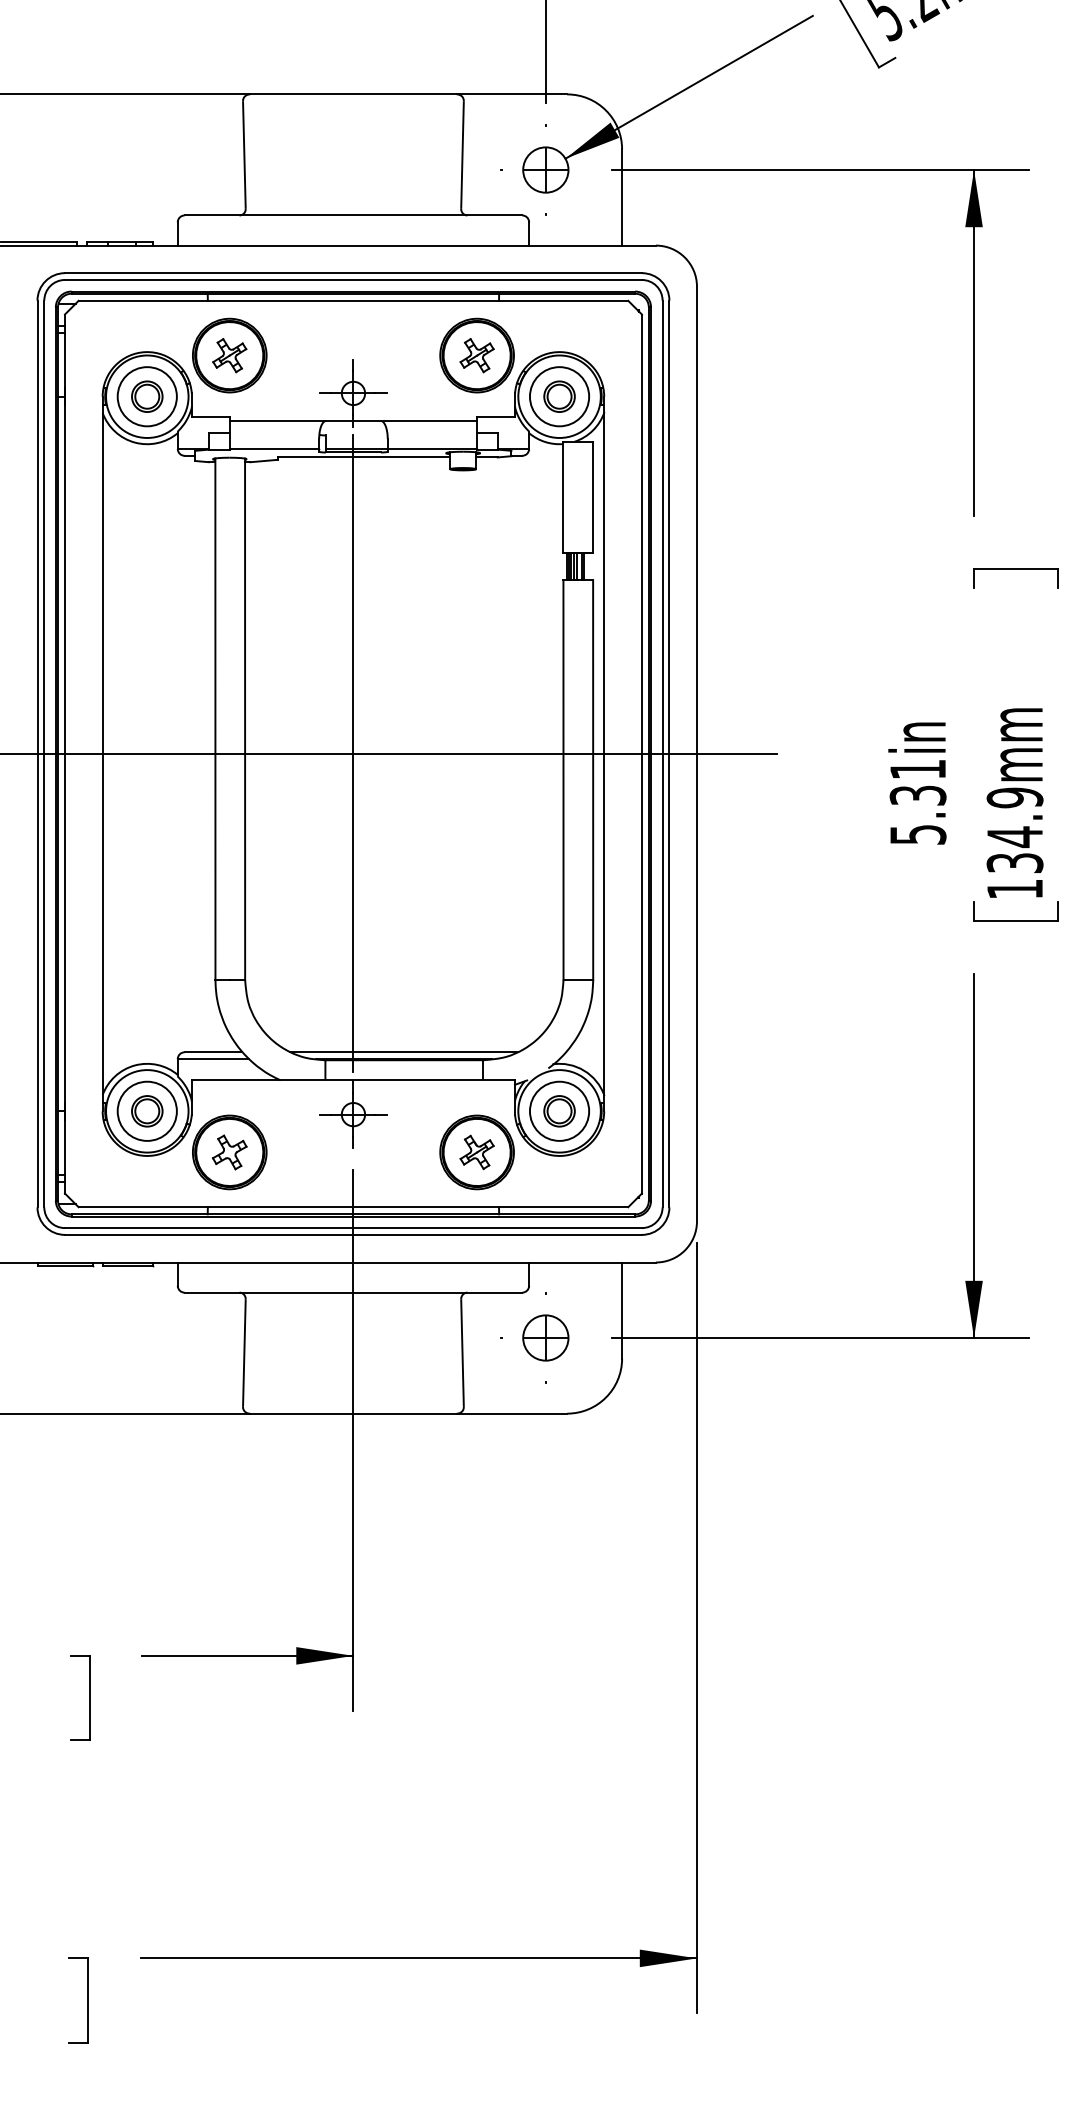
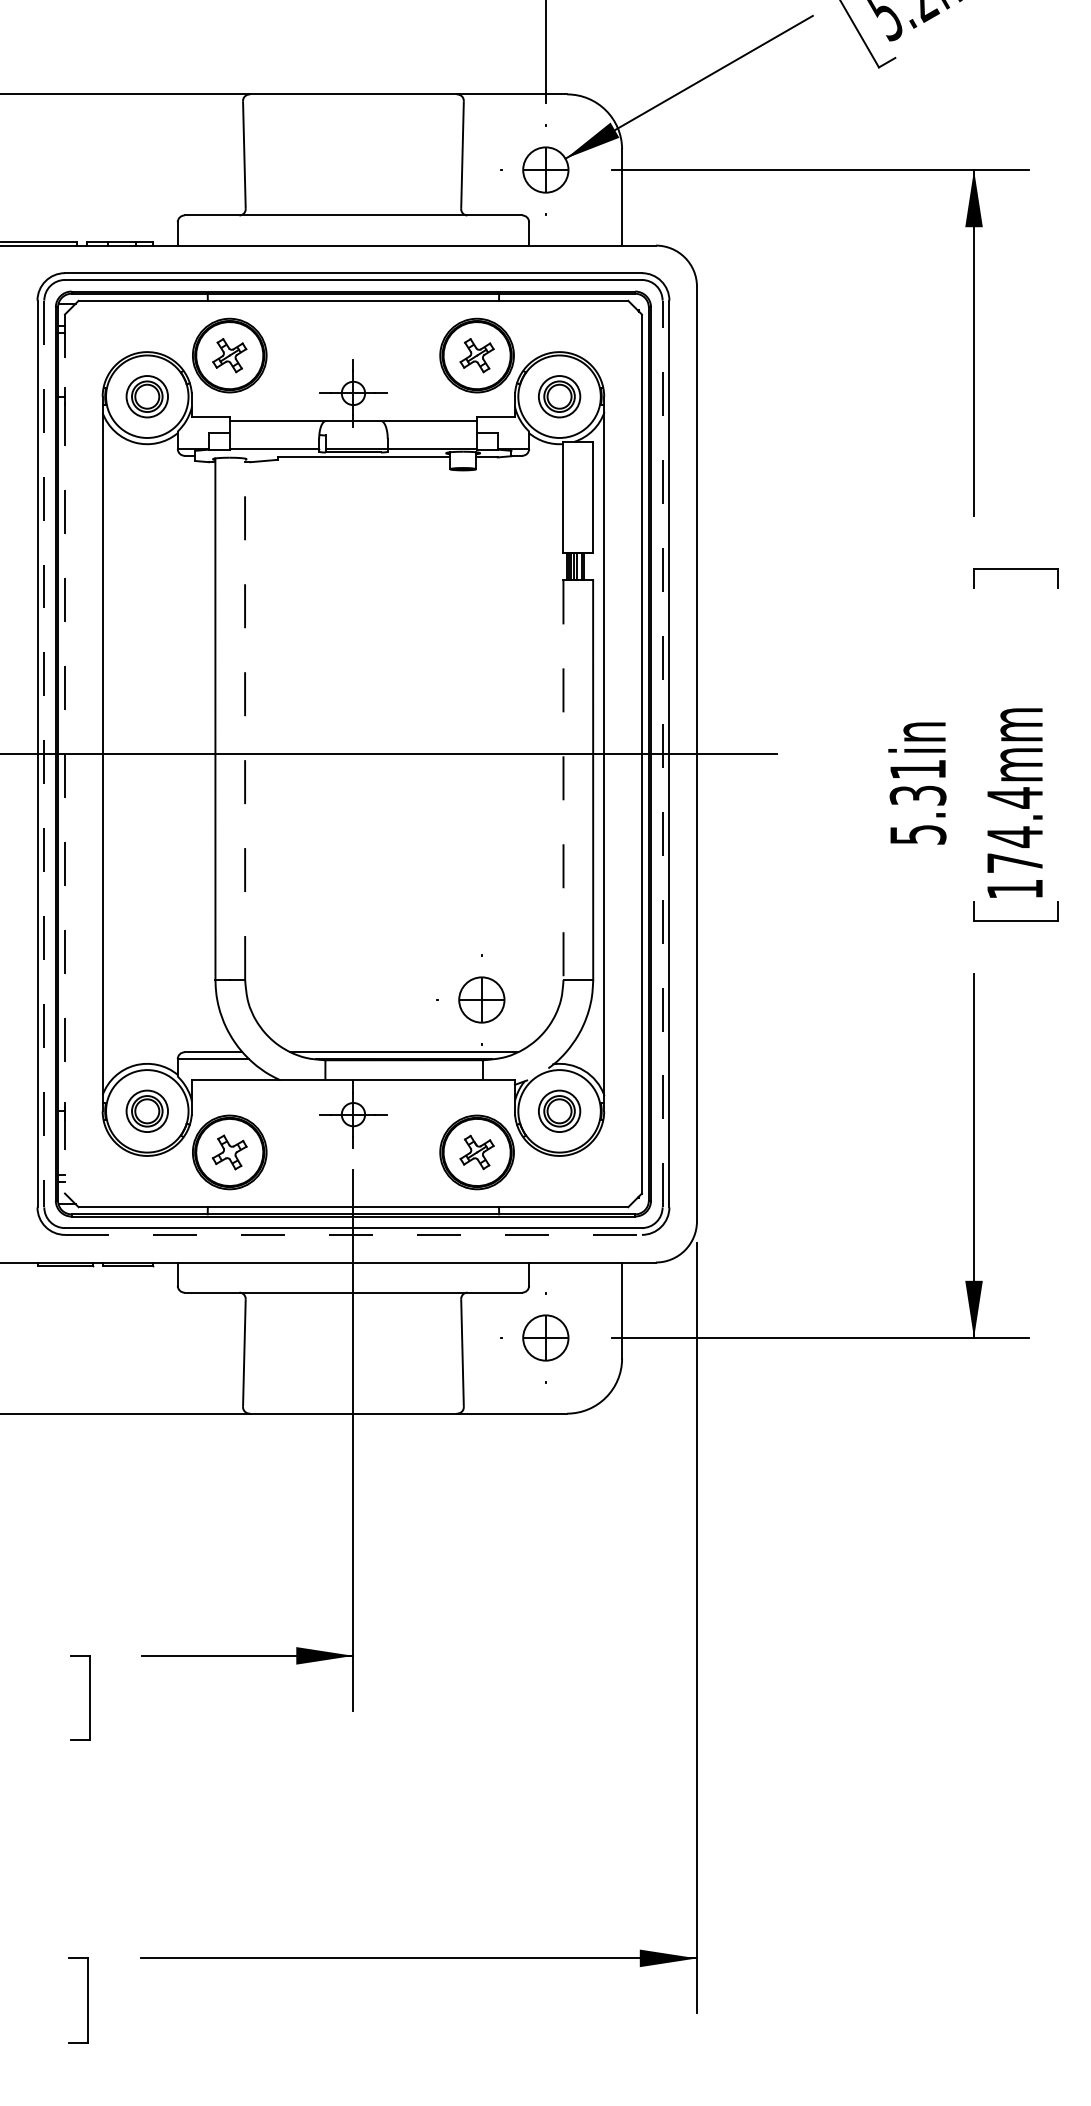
circle at (146, 396) diameter: 59 px -> 41 px
circle at (559, 396) diameter: 59 px -> 41 px
line at (245, 719): solid -> dashed
line at (353, 753): present -> none
line at (662, 753): solid -> dashed
line at (44, 754): solid -> dashed
line at (64, 754): solid -> dashed
line at (563, 780): solid -> dashed
text at (1014, 829): 134.9mm -> 174.4mm
part at (470, 999): none -> present
circle at (146, 1110) diameter: 59 px -> 41 px
circle at (559, 1110) diameter: 59 px -> 41 px
line at (353, 1234): solid -> dashed
